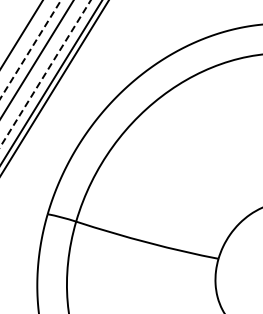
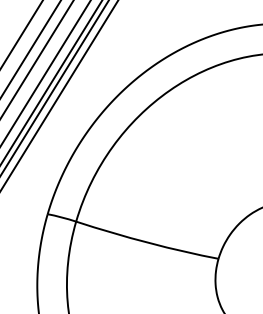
line at (30, 49): dashed -> solid
line at (45, 73): dashed -> solid
line at (59, 95): none -> present
